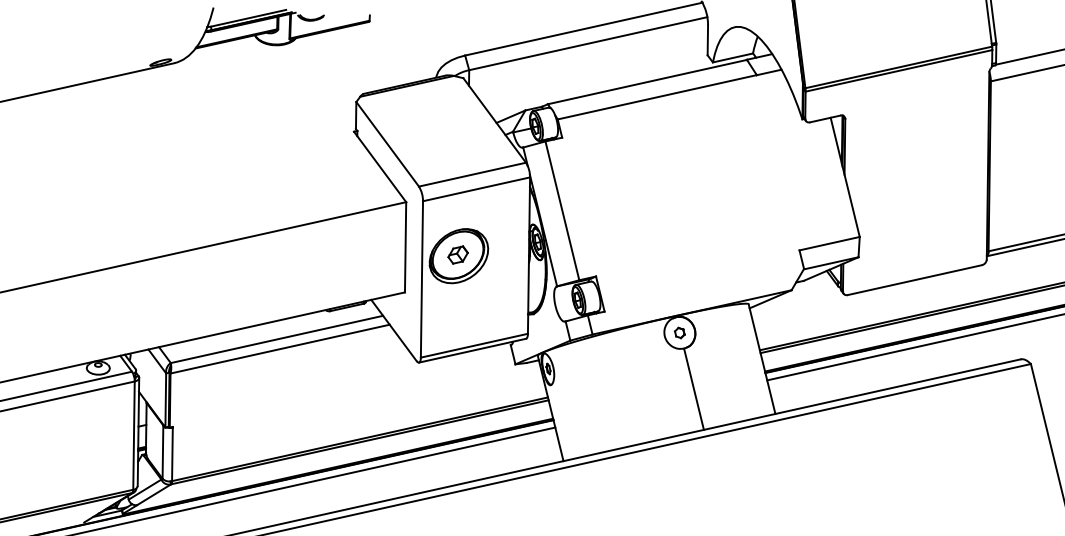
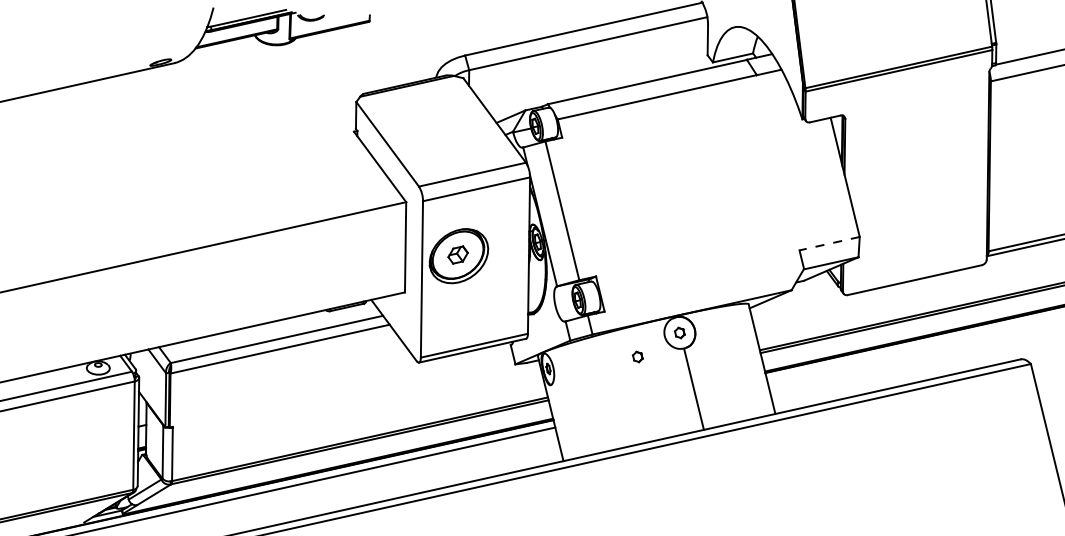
line at (829, 243): solid -> dashed
line at (914, 347): present -> none
part at (637, 356): none -> present
